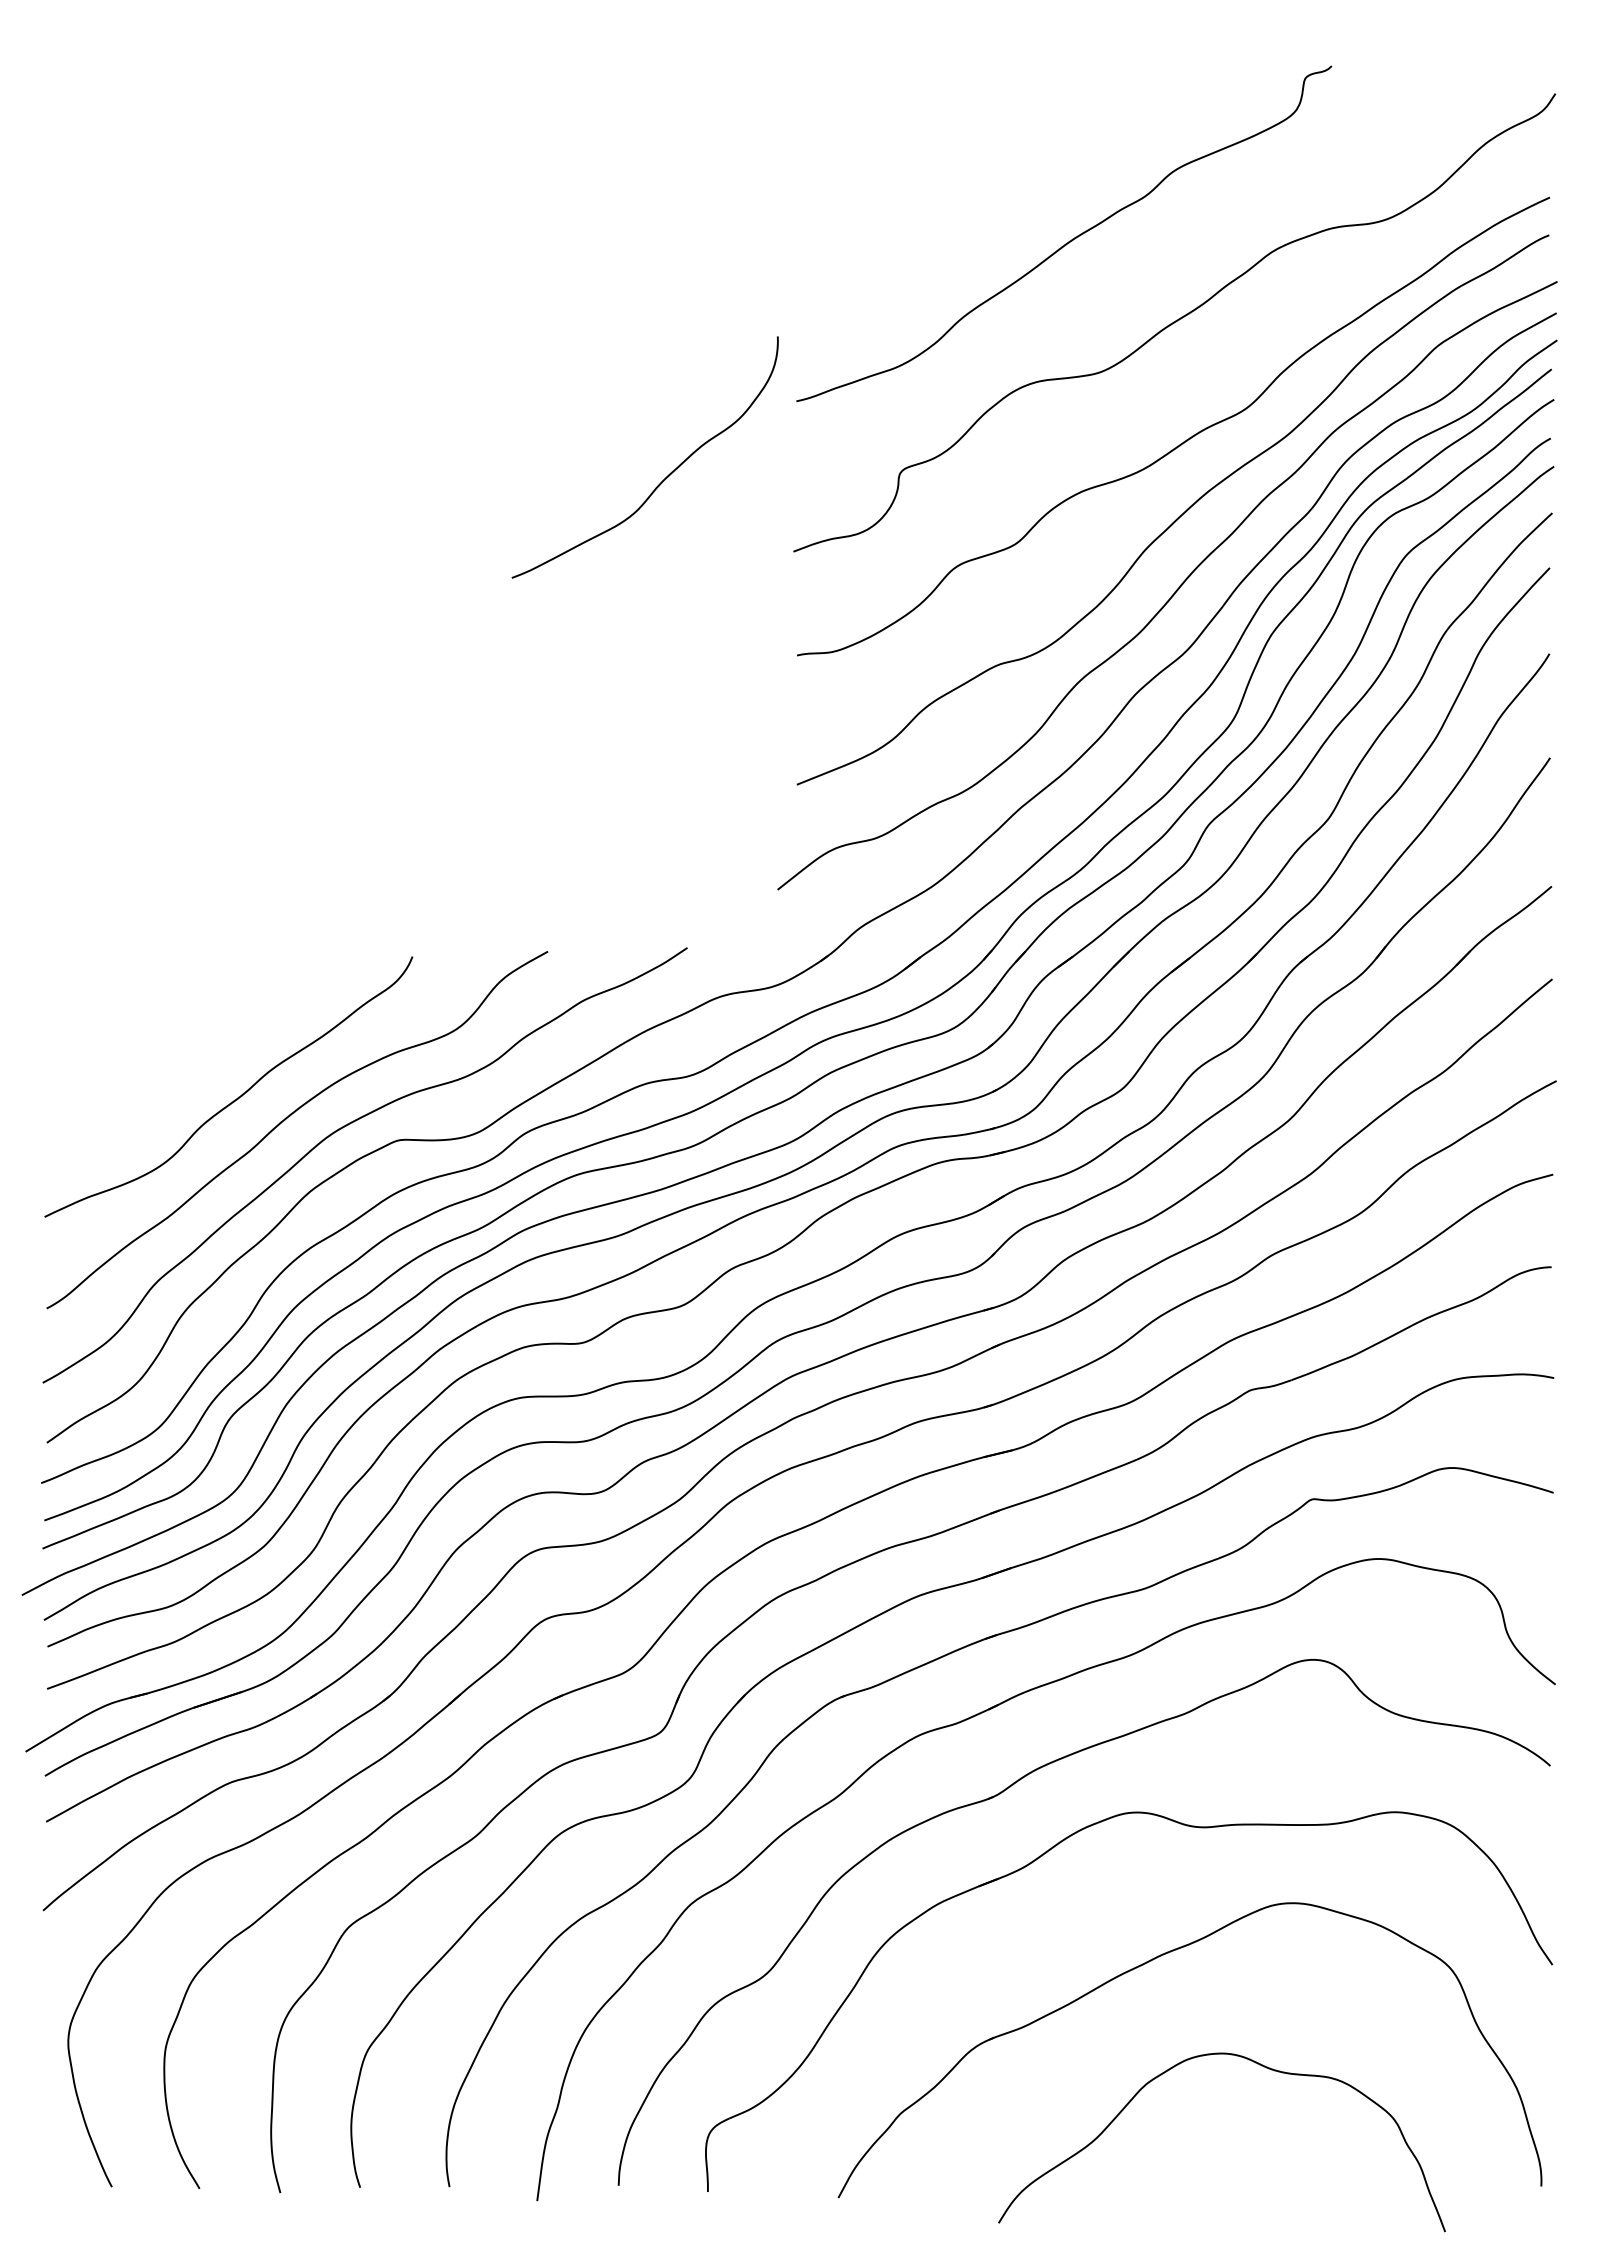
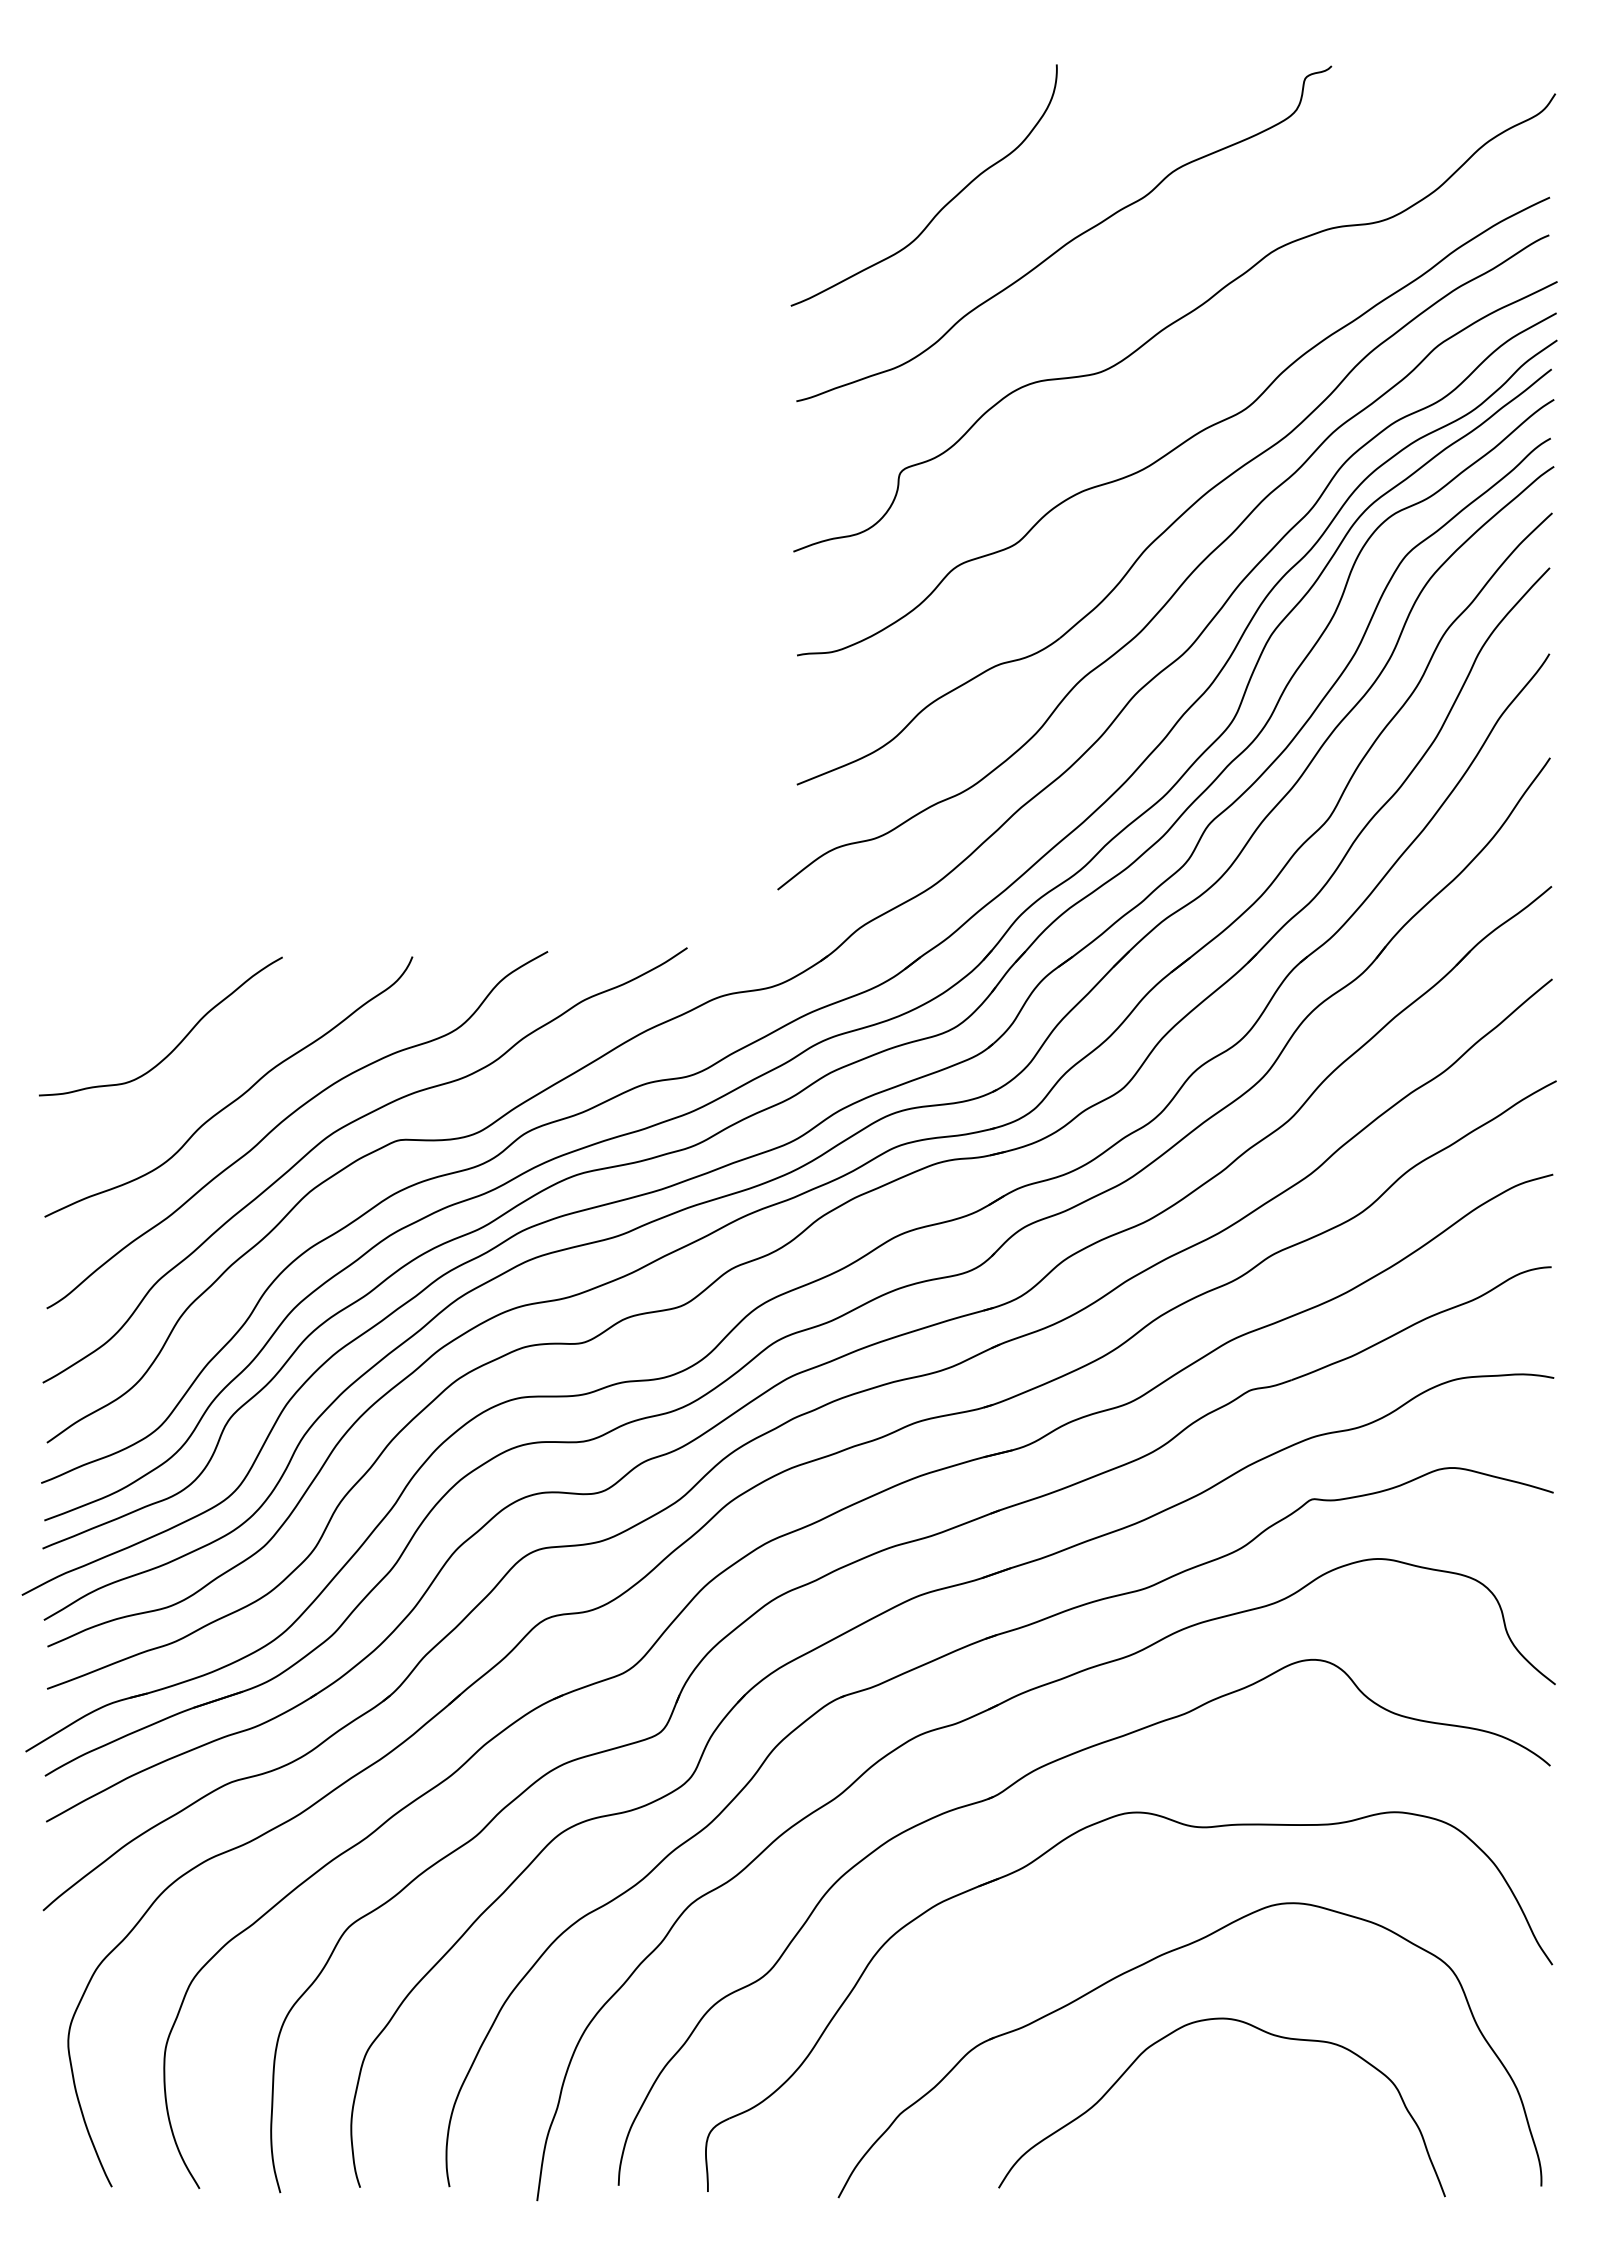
curve at (665, 477) position: (665, 477) -> (944, 205)
curve at (178, 1043): none -> present
curve at (1259, 2065) position: (1259, 2065) -> (1259, 2030)
